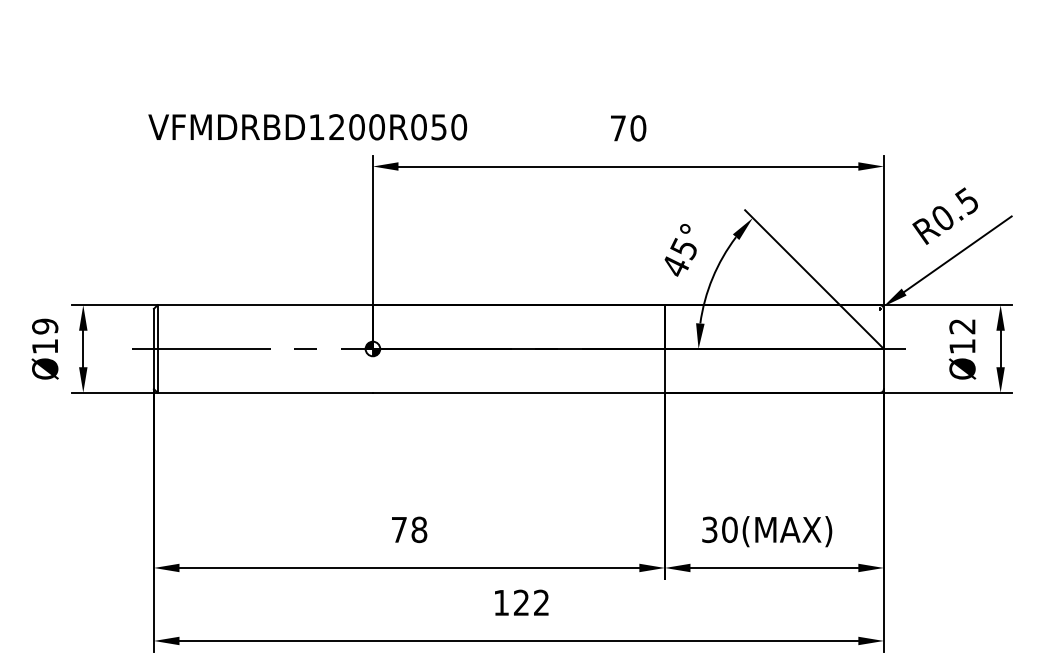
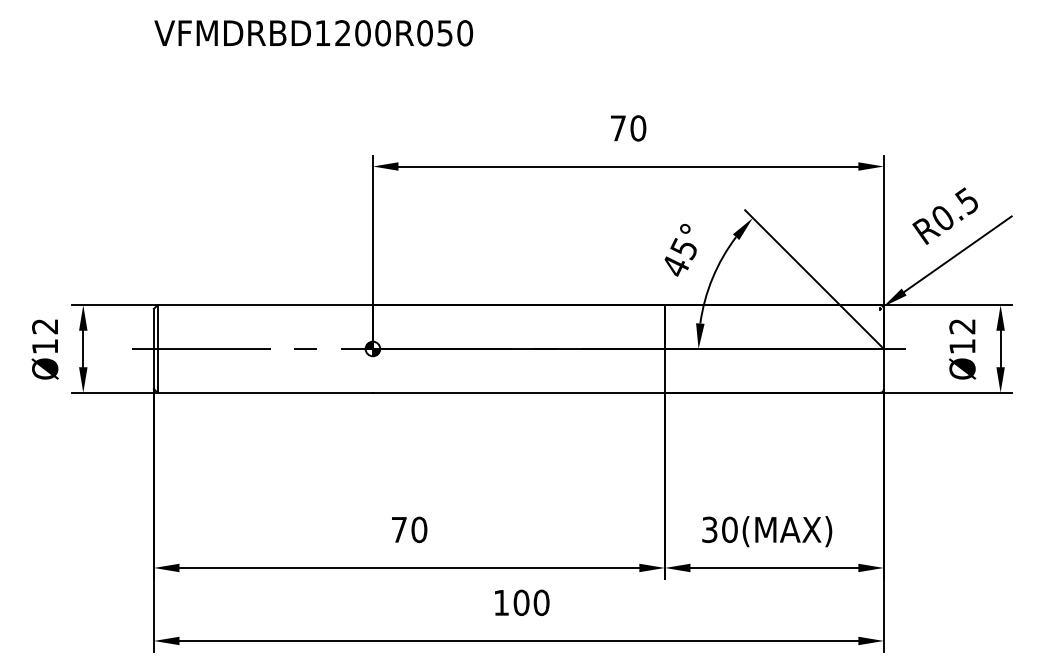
text at (307, 127) position: (307, 127) -> (313, 33)
text at (45, 326): Ø19 -> Ø12
text at (419, 529): 78 -> 70
text at (531, 602): 122 -> 100
